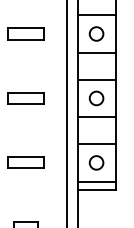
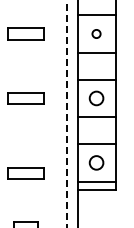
circle at (96, 33) size: 17x16 px -> 11x10 px
line at (66, 113): solid -> dashed
part at (25, 162) position: (25, 162) -> (25, 173)
